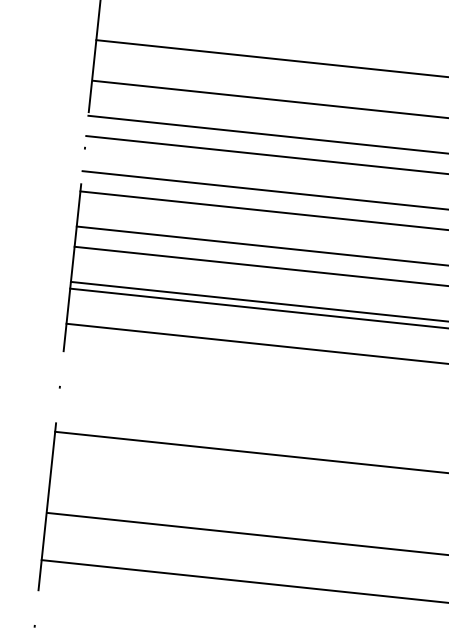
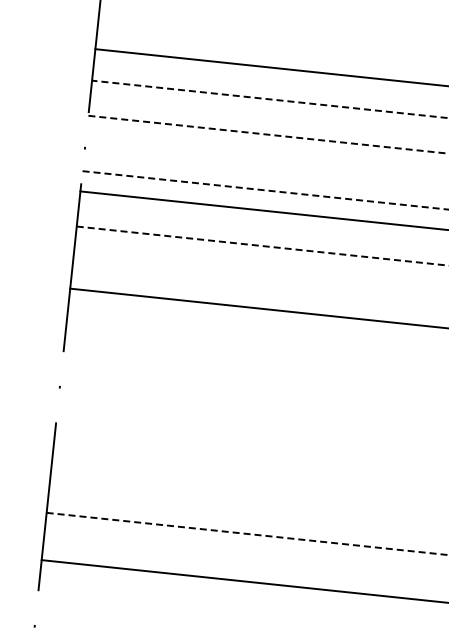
line at (270, 58) position: (270, 58) -> (270, 67)
line at (268, 134): solid -> dashed
line at (265, 154): present -> none
line at (265, 190): solid -> dashed
line at (262, 246): solid -> dashed
line at (259, 265): present -> none
line at (257, 301): present -> none
line at (255, 343): present -> none
line at (250, 451): present -> none
line at (426, 552): solid -> dashed
